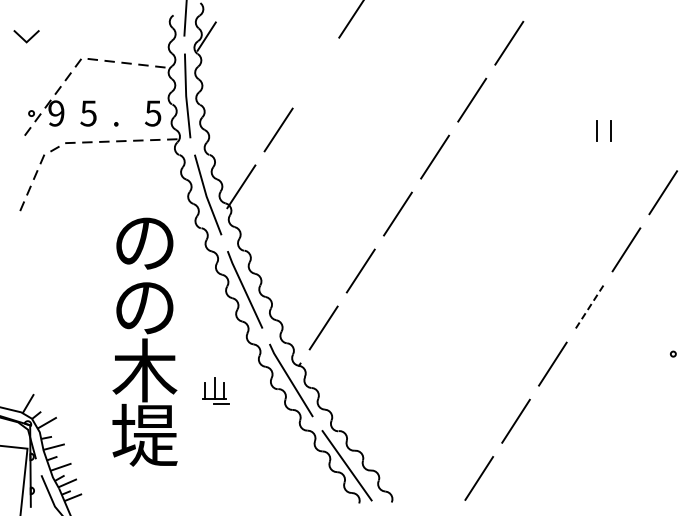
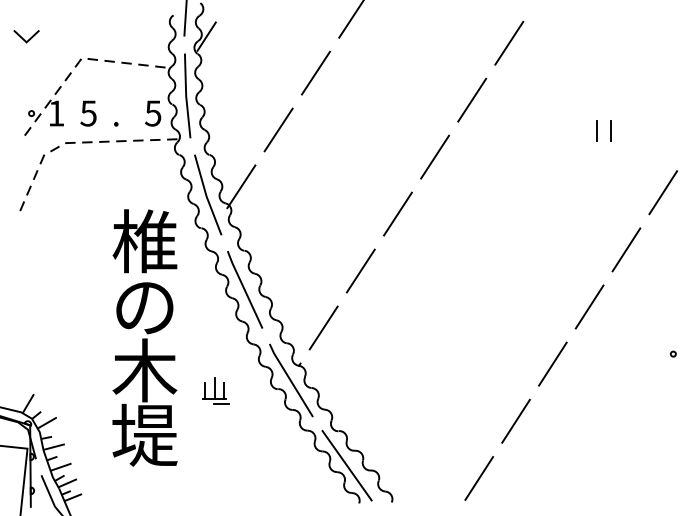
line at (315, 72): none -> present
text at (56, 113): 9 -> 1
text at (144, 241): の -> 椎
line at (589, 306): dashed -> solid
